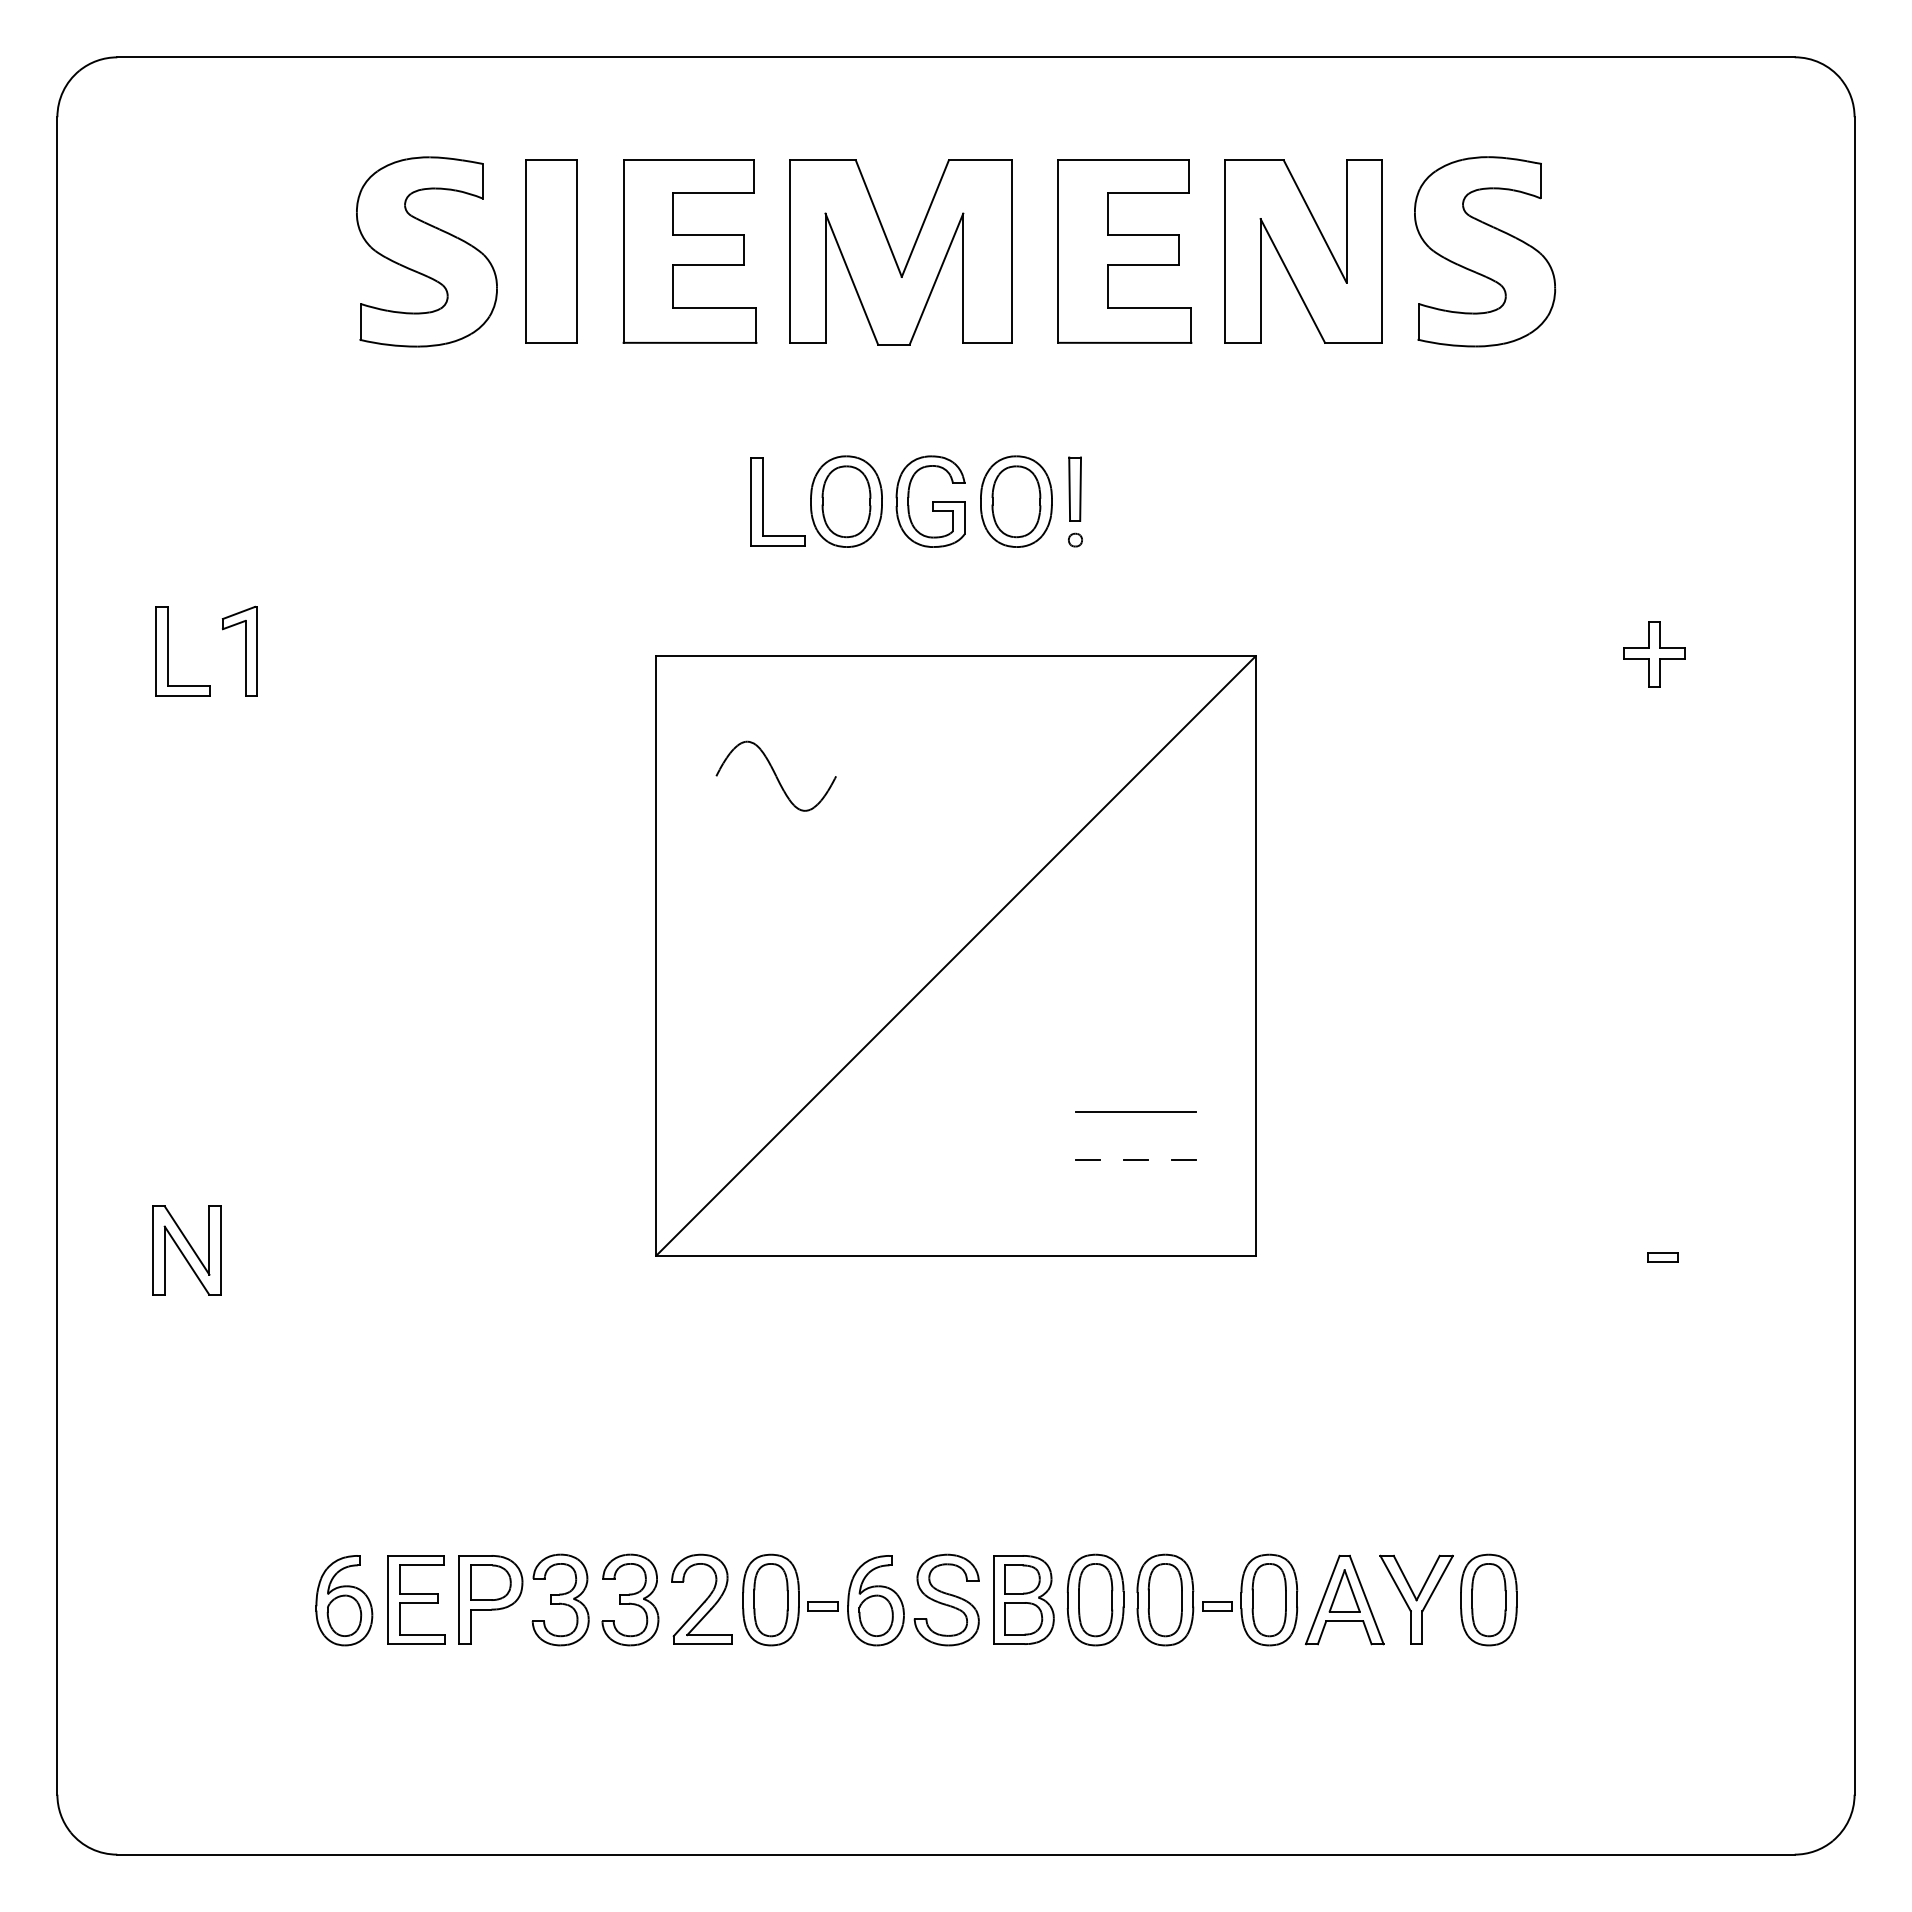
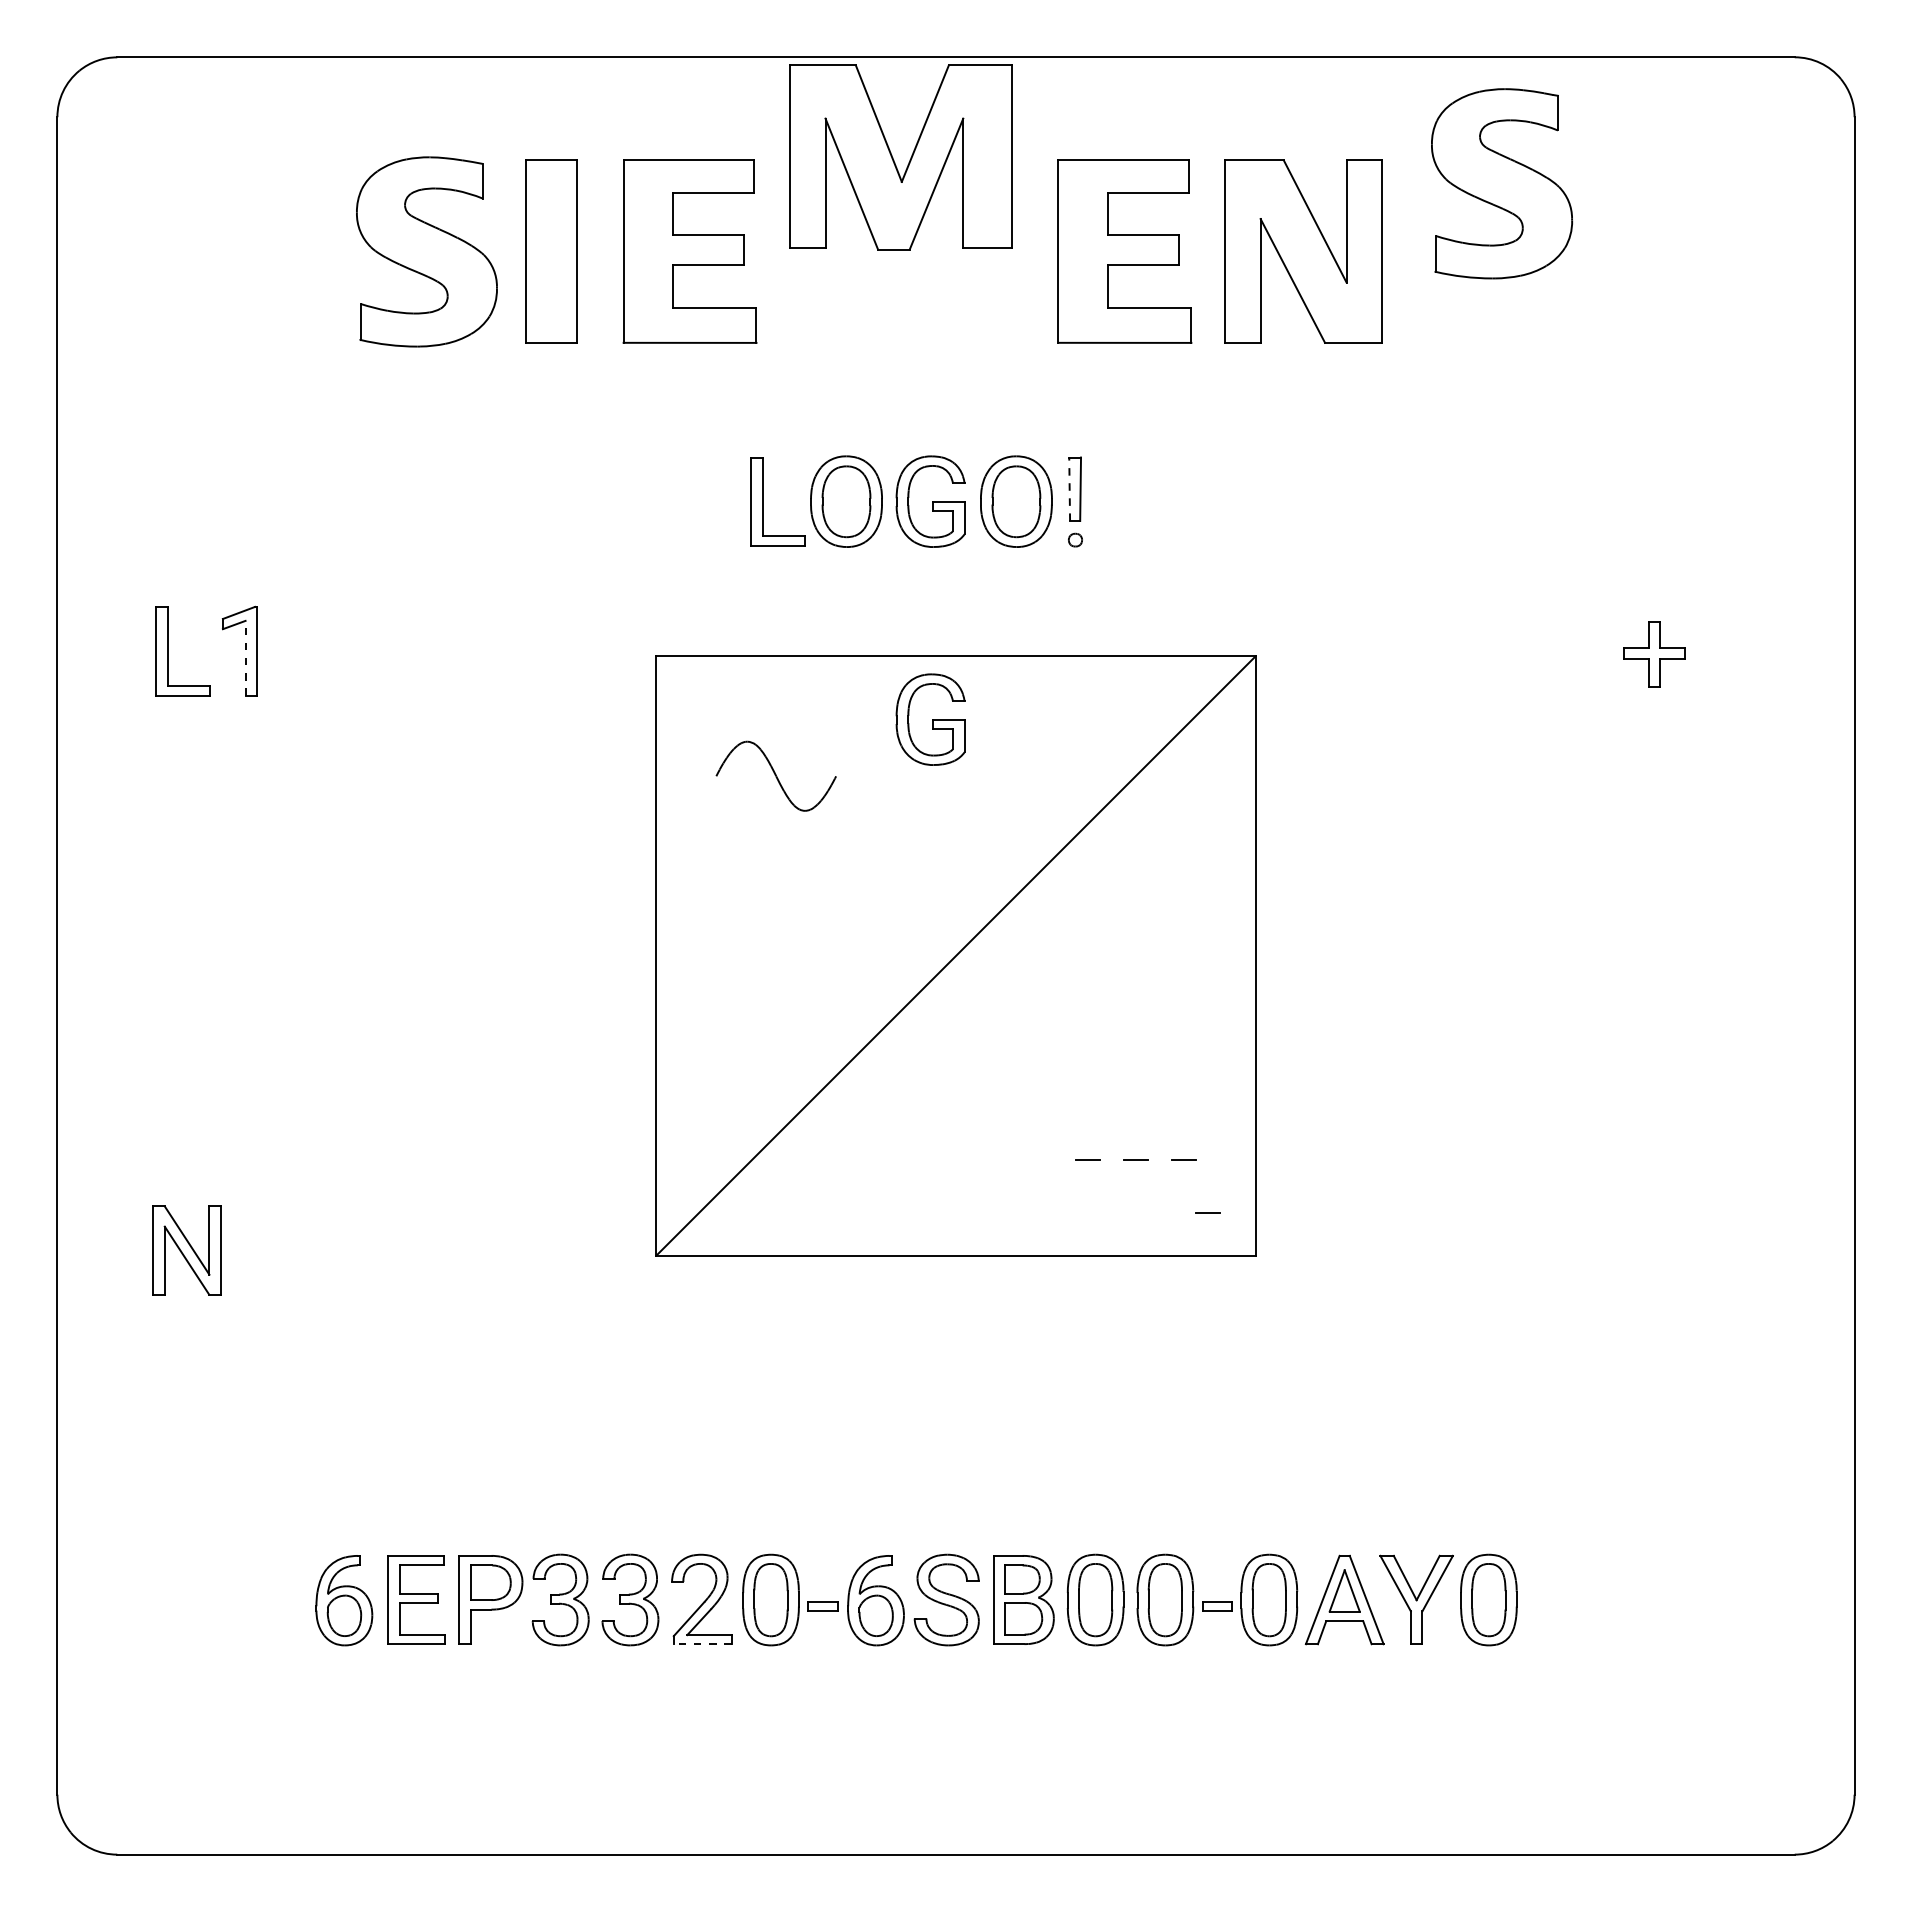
part at (1484, 251) position: (1484, 251) -> (1501, 183)
part at (894, 255) position: (894, 255) -> (894, 160)
line at (1069, 489): solid -> dashed
line at (245, 657): solid -> dashed
part at (930, 719): none -> present
line at (1135, 1111): present -> none
line at (1207, 1212): none -> present
part at (1662, 1257): present -> none
line at (702, 1644): solid -> dashed
